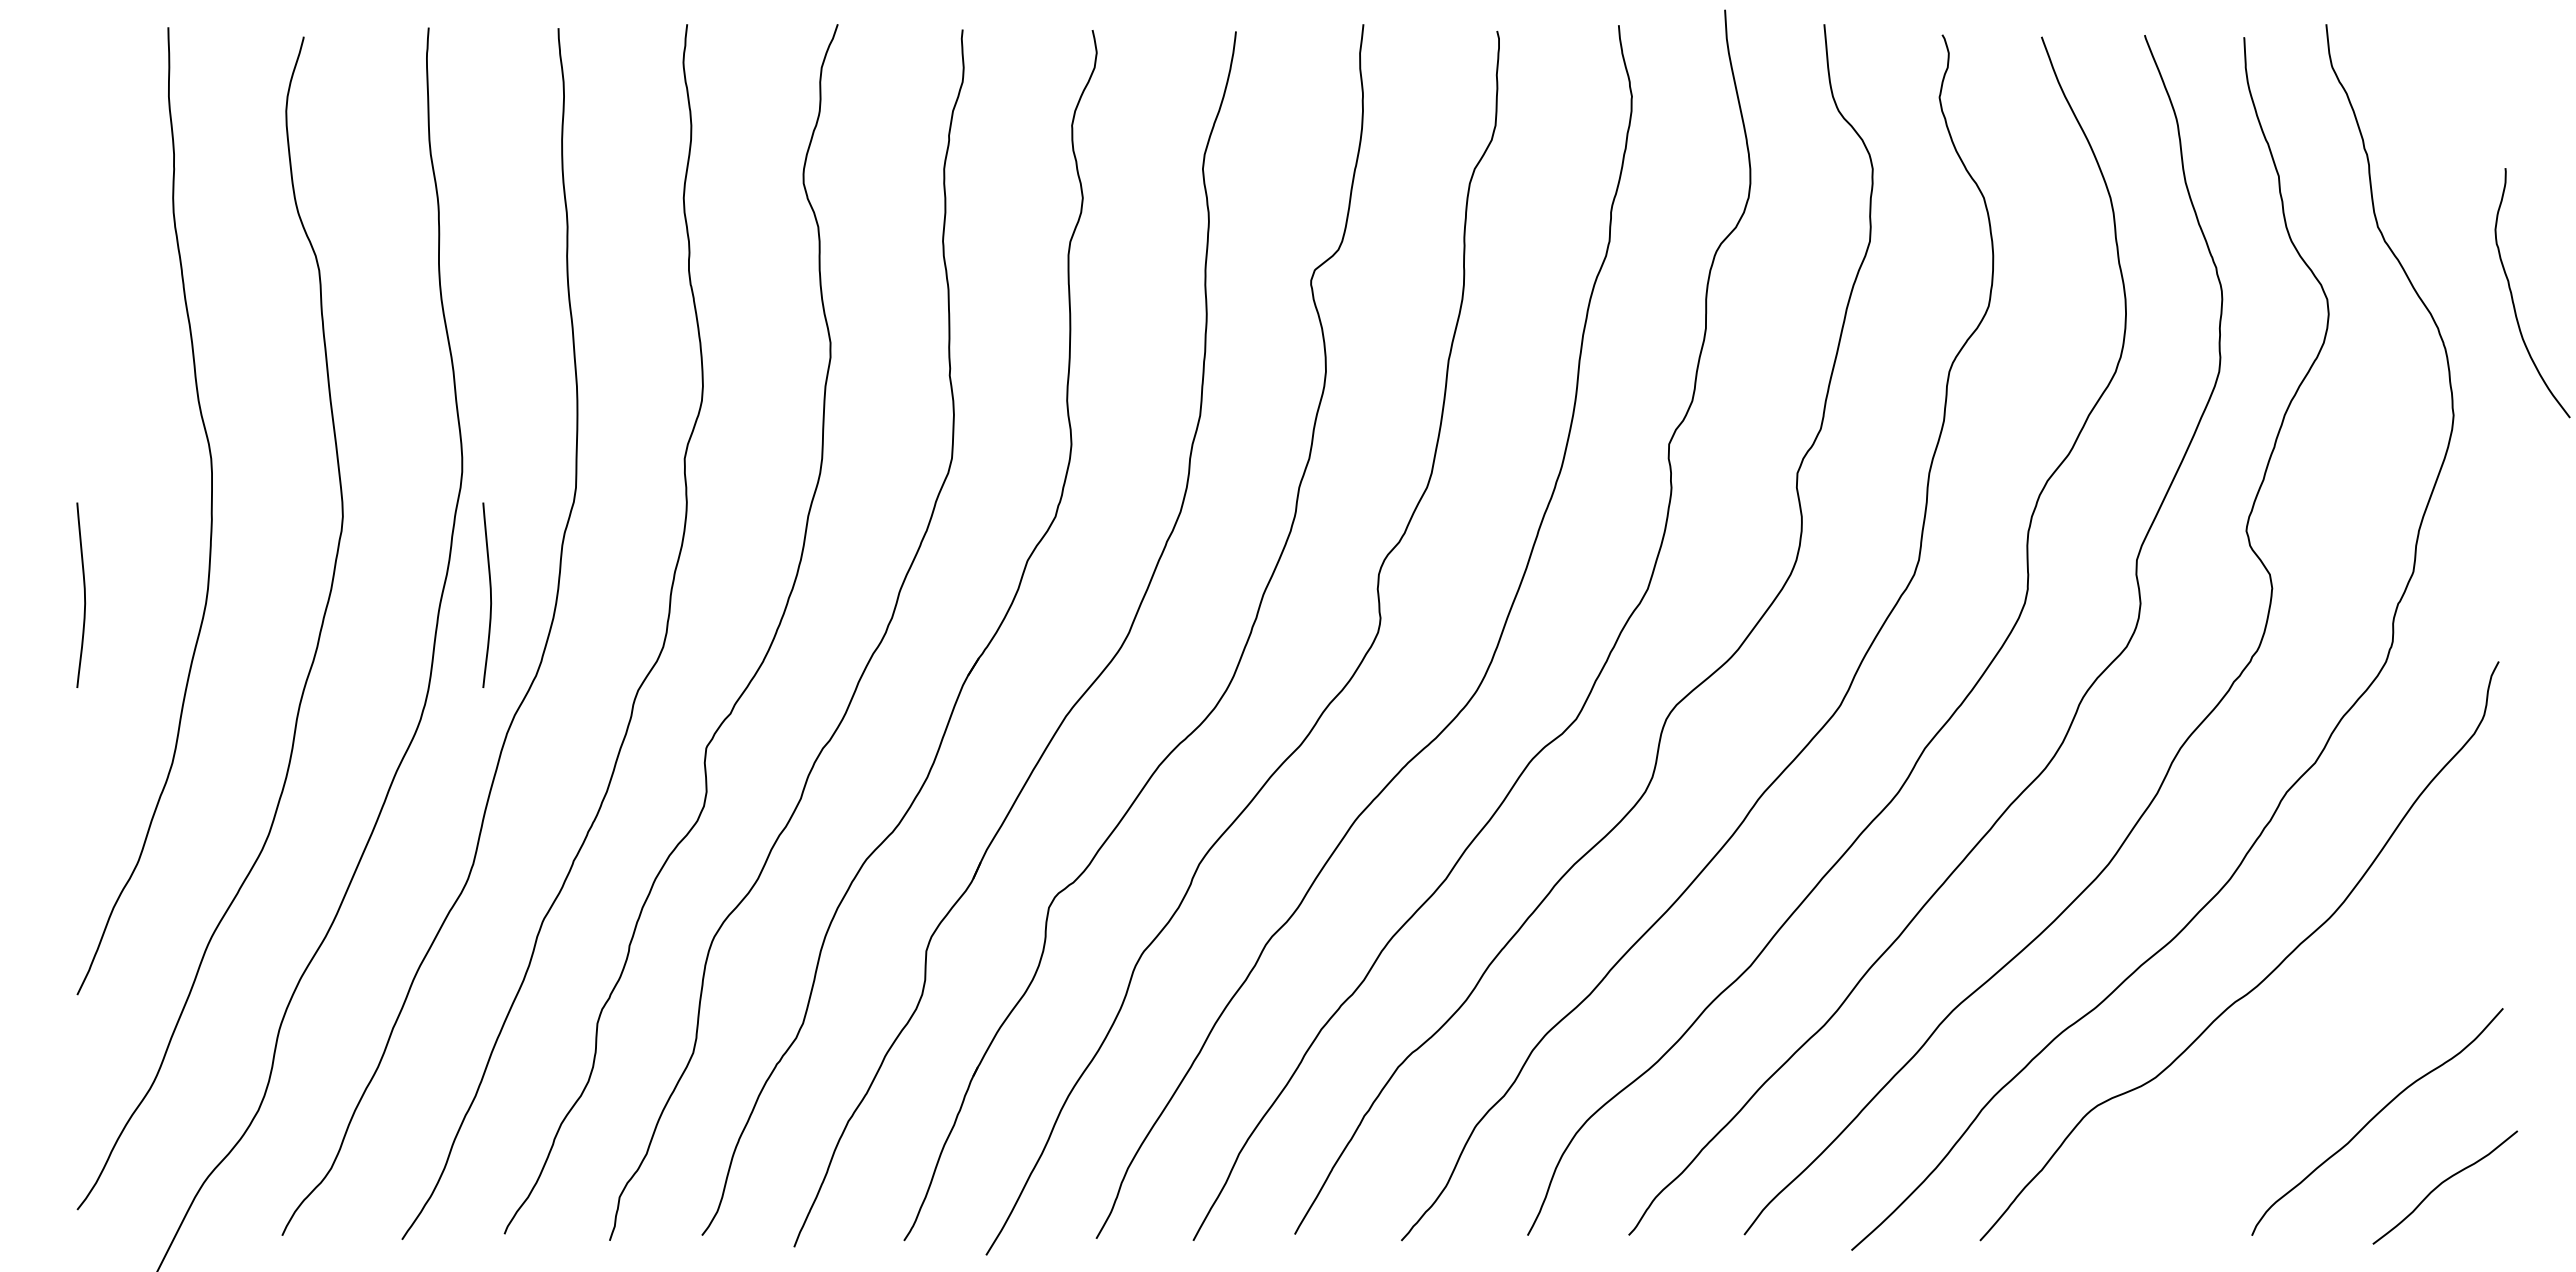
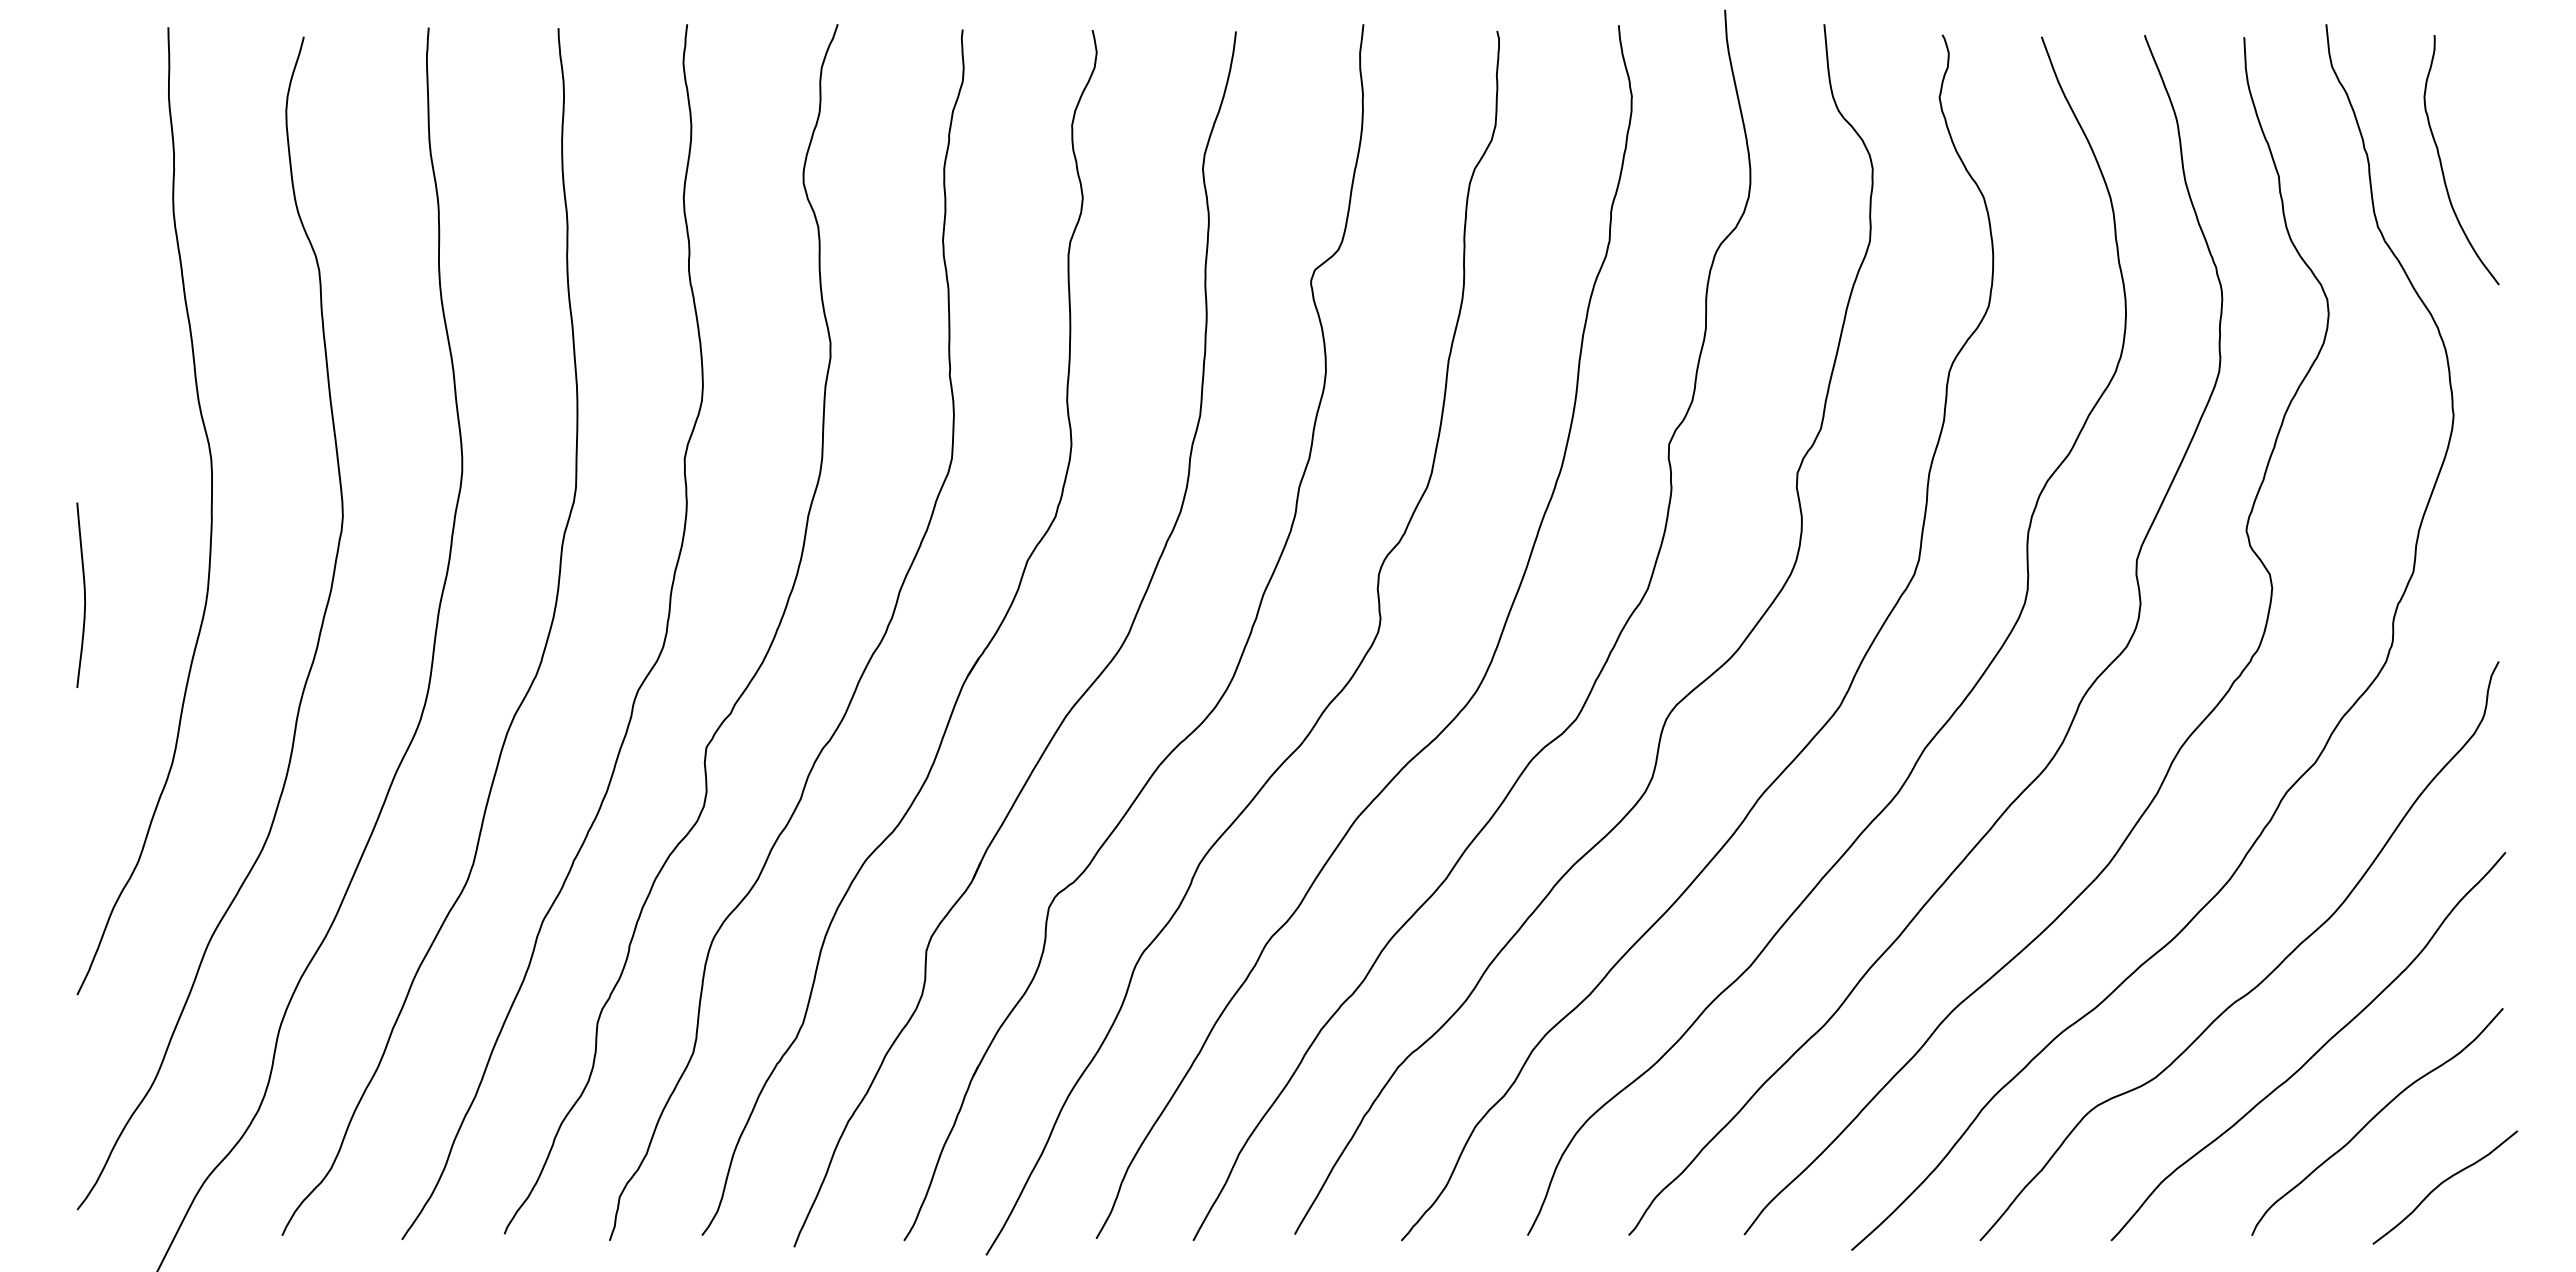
curve at (2513, 298) position: (2513, 298) -> (2442, 165)
curve at (490, 594): present -> none
curve at (2315, 1052): none -> present
